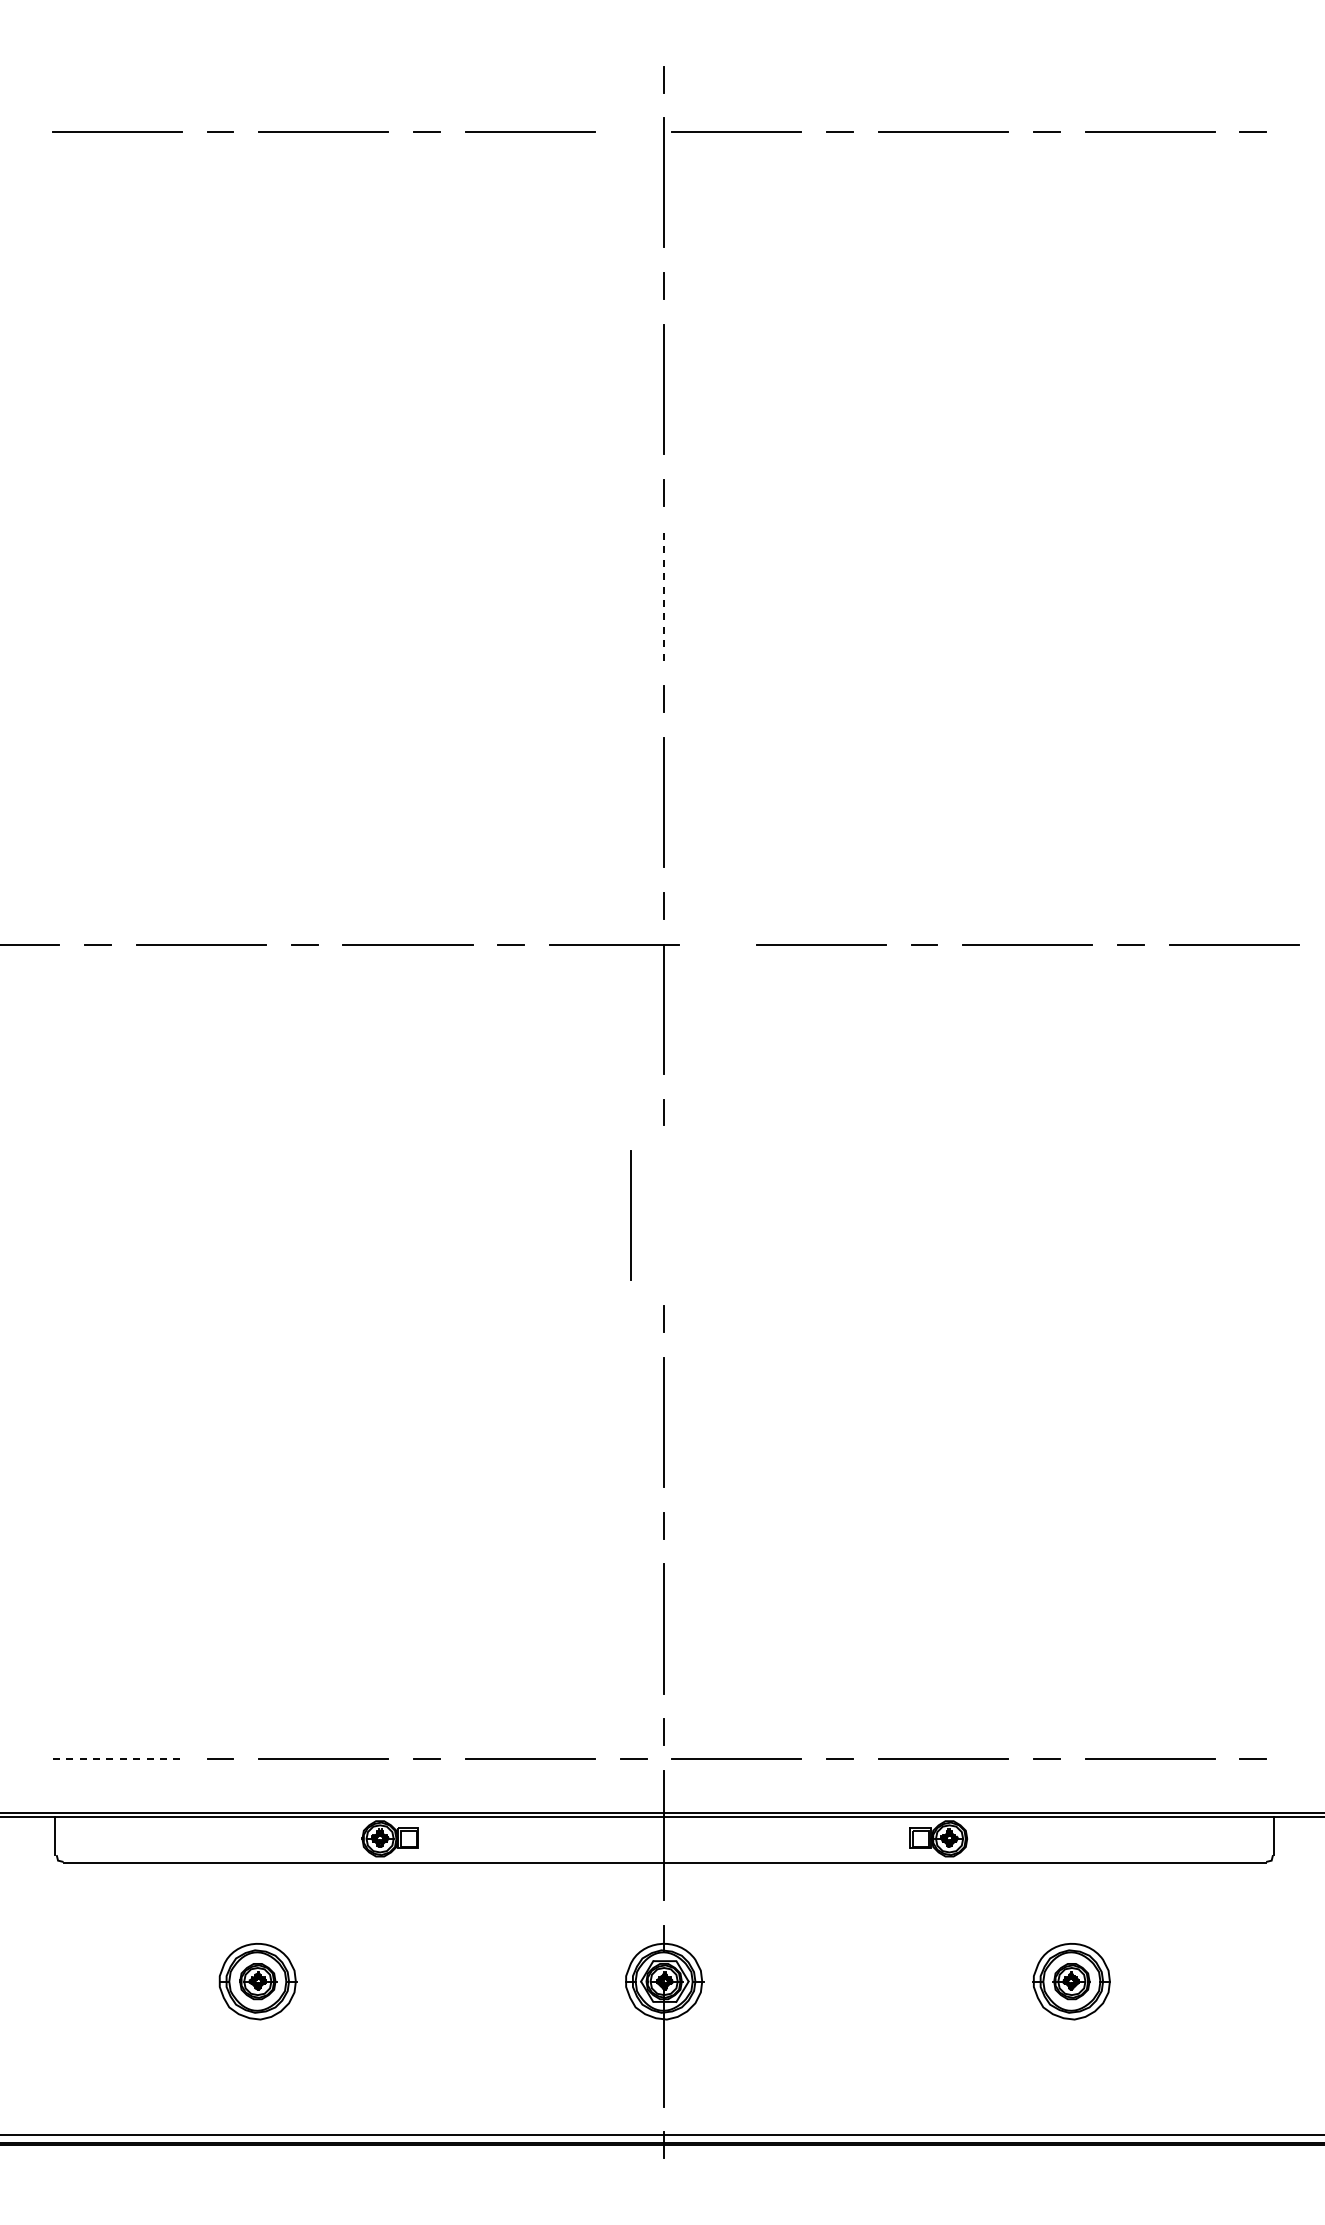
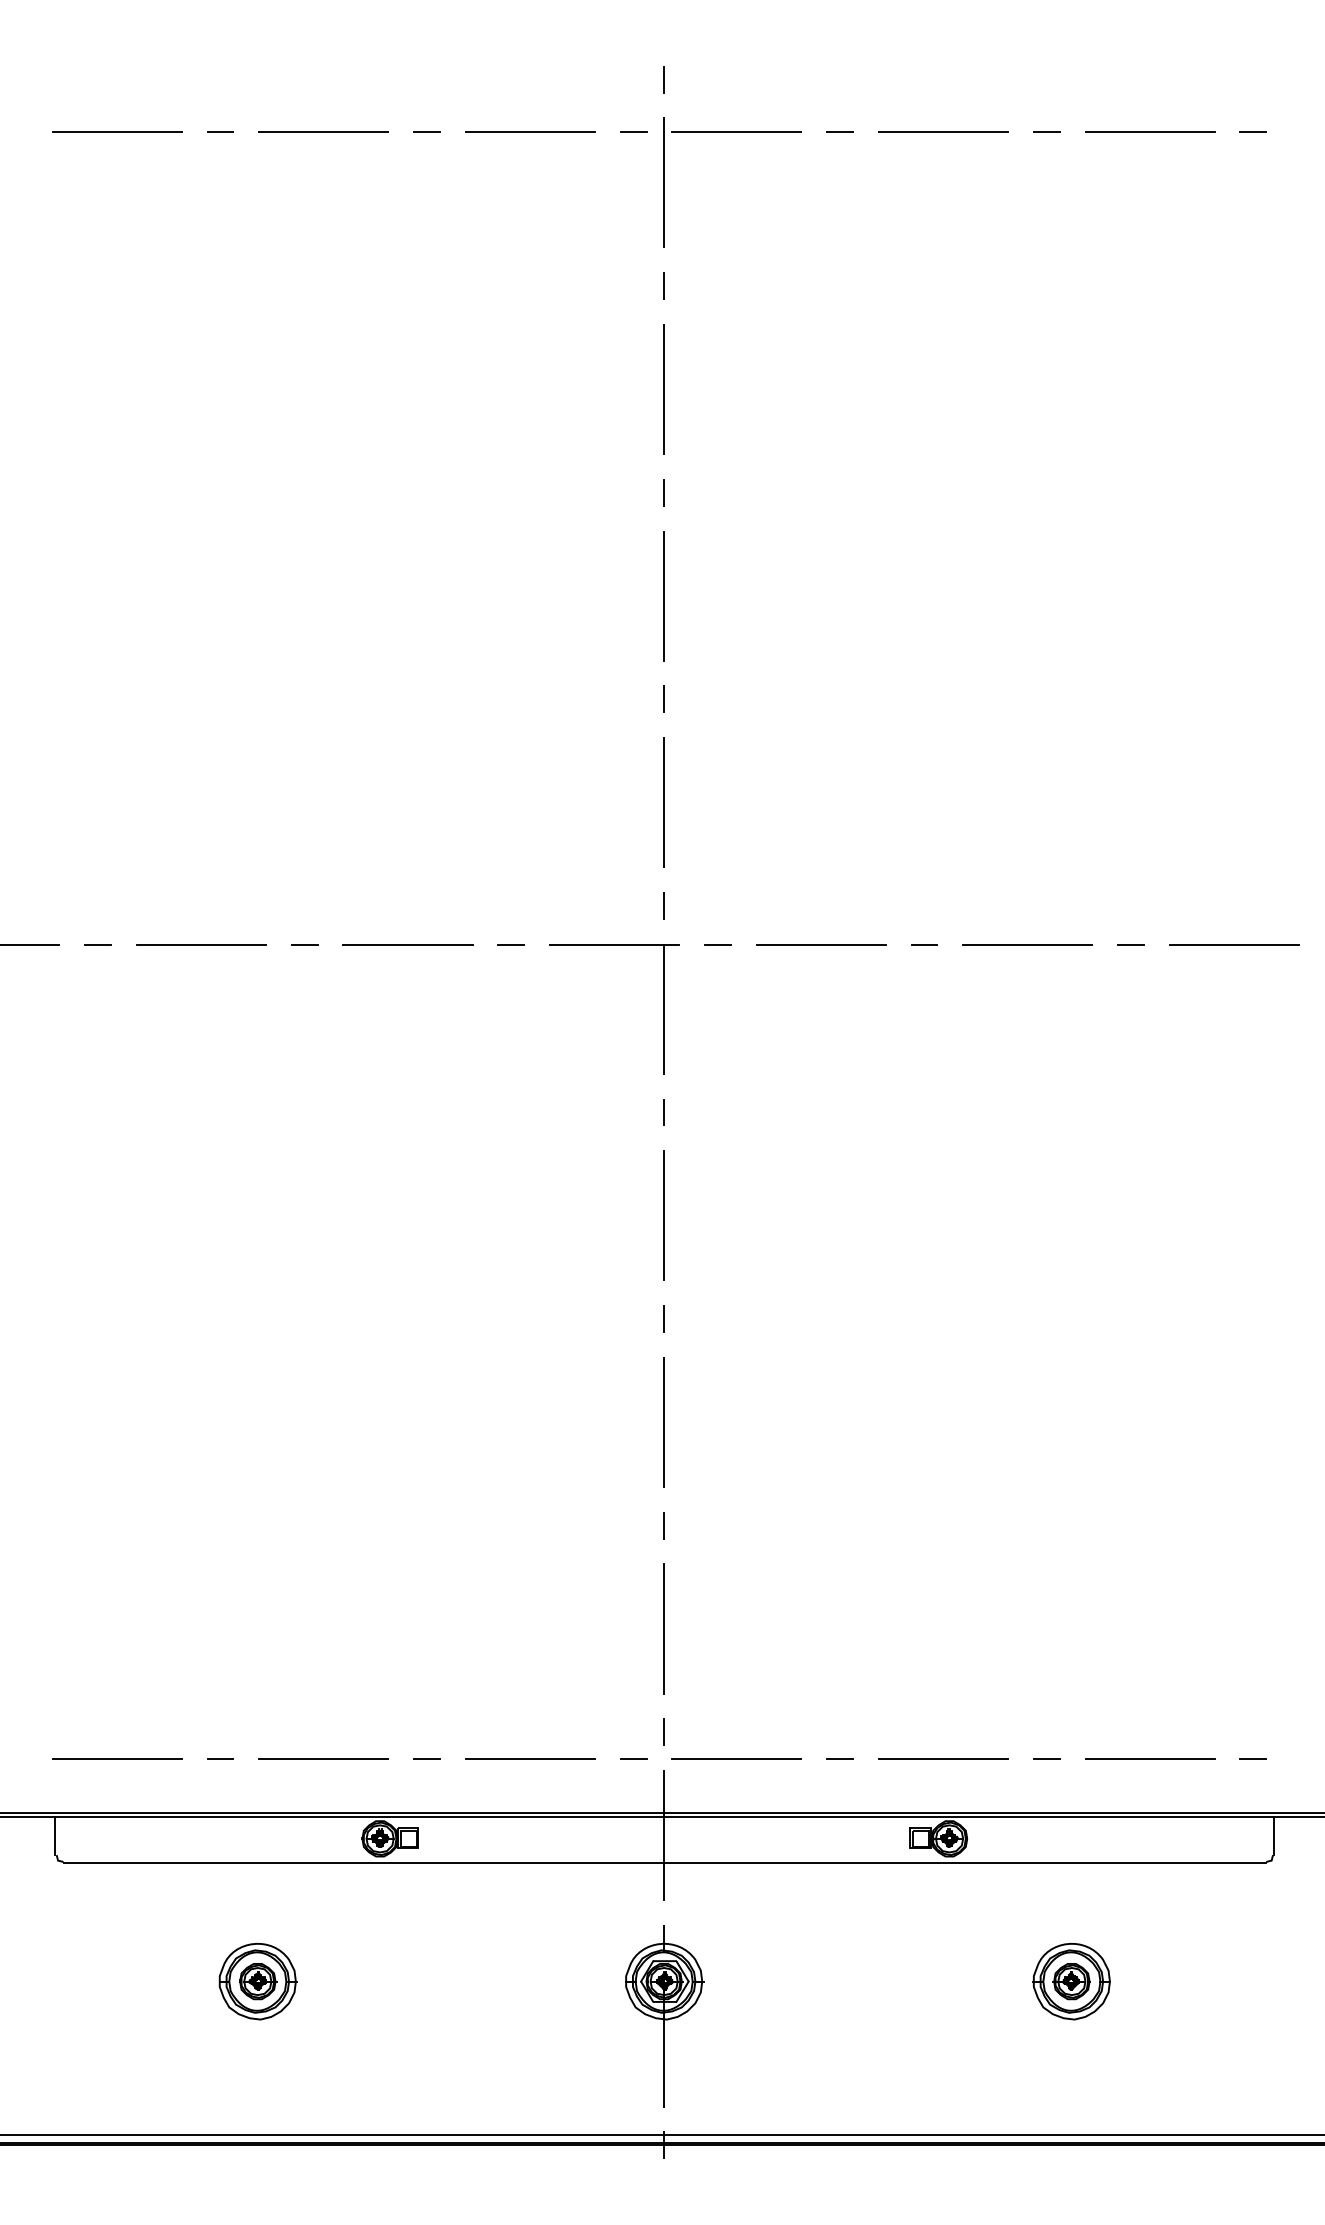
line at (633, 131): none -> present
line at (664, 596): dashed -> solid
line at (717, 944): none -> present
line at (630, 1215) position: (630, 1215) -> (663, 1215)
line at (117, 1758): dashed -> solid
